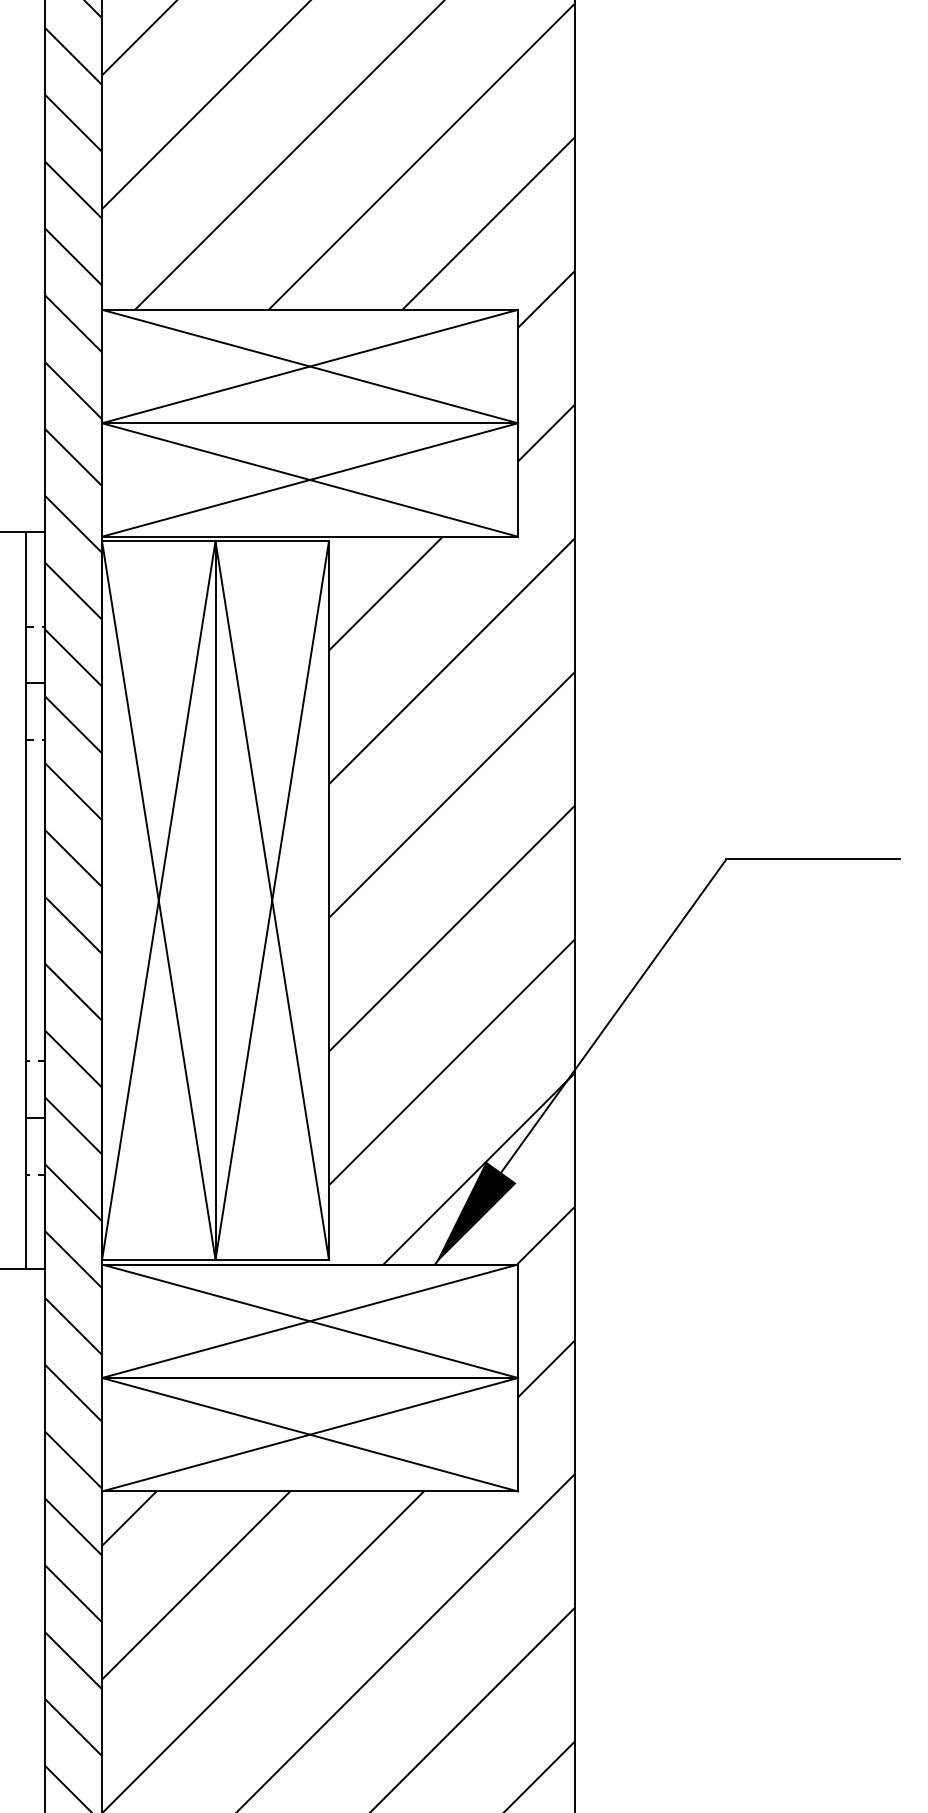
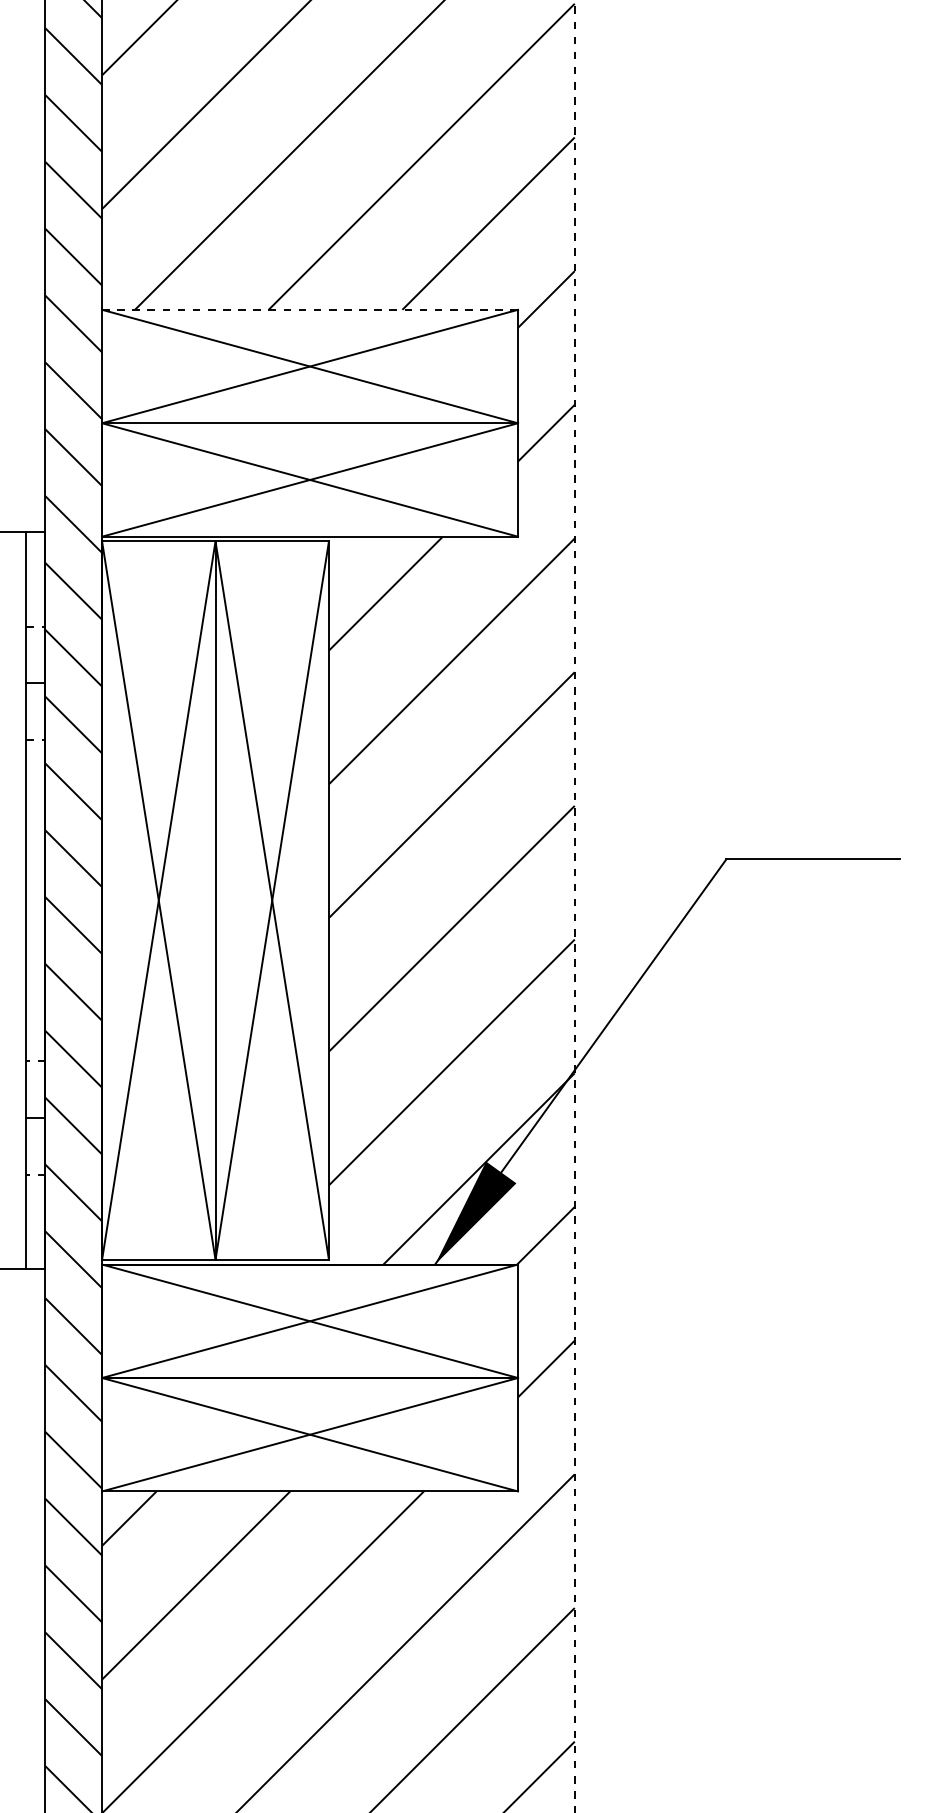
line at (310, 309): solid -> dashed
line at (574, 906): solid -> dashed
